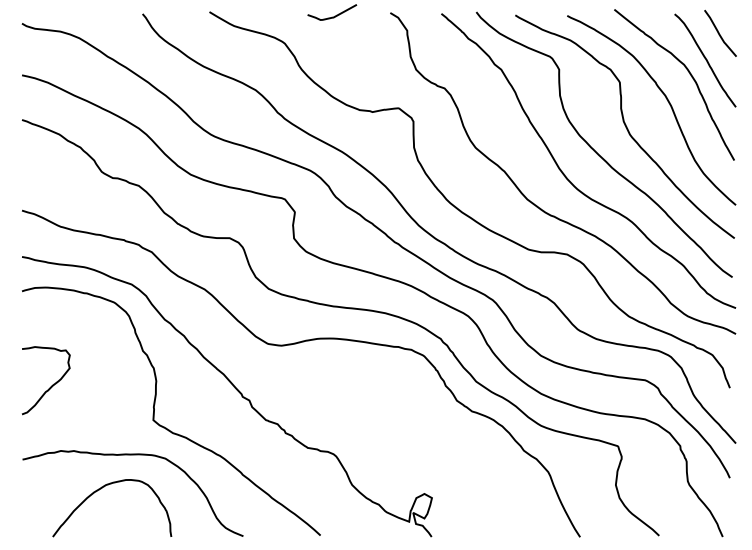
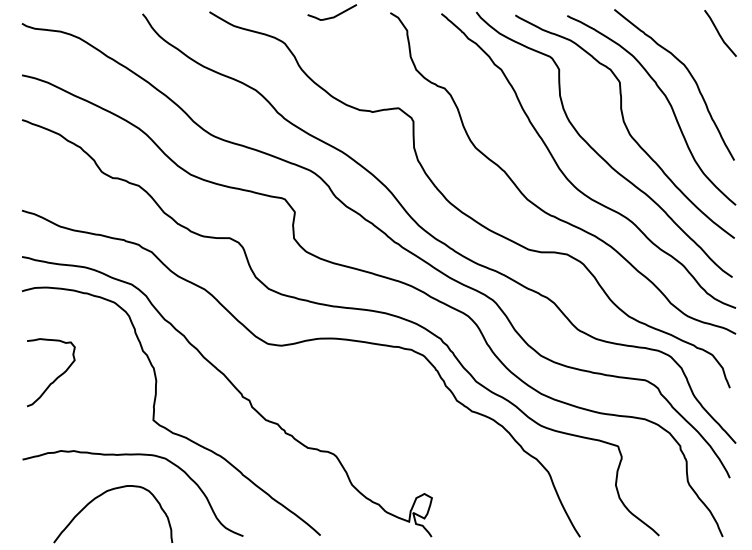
curve at (705, 60): present -> none
curve at (51, 385) position: (51, 385) -> (56, 377)
curve at (101, 489) position: (101, 489) -> (102, 495)
